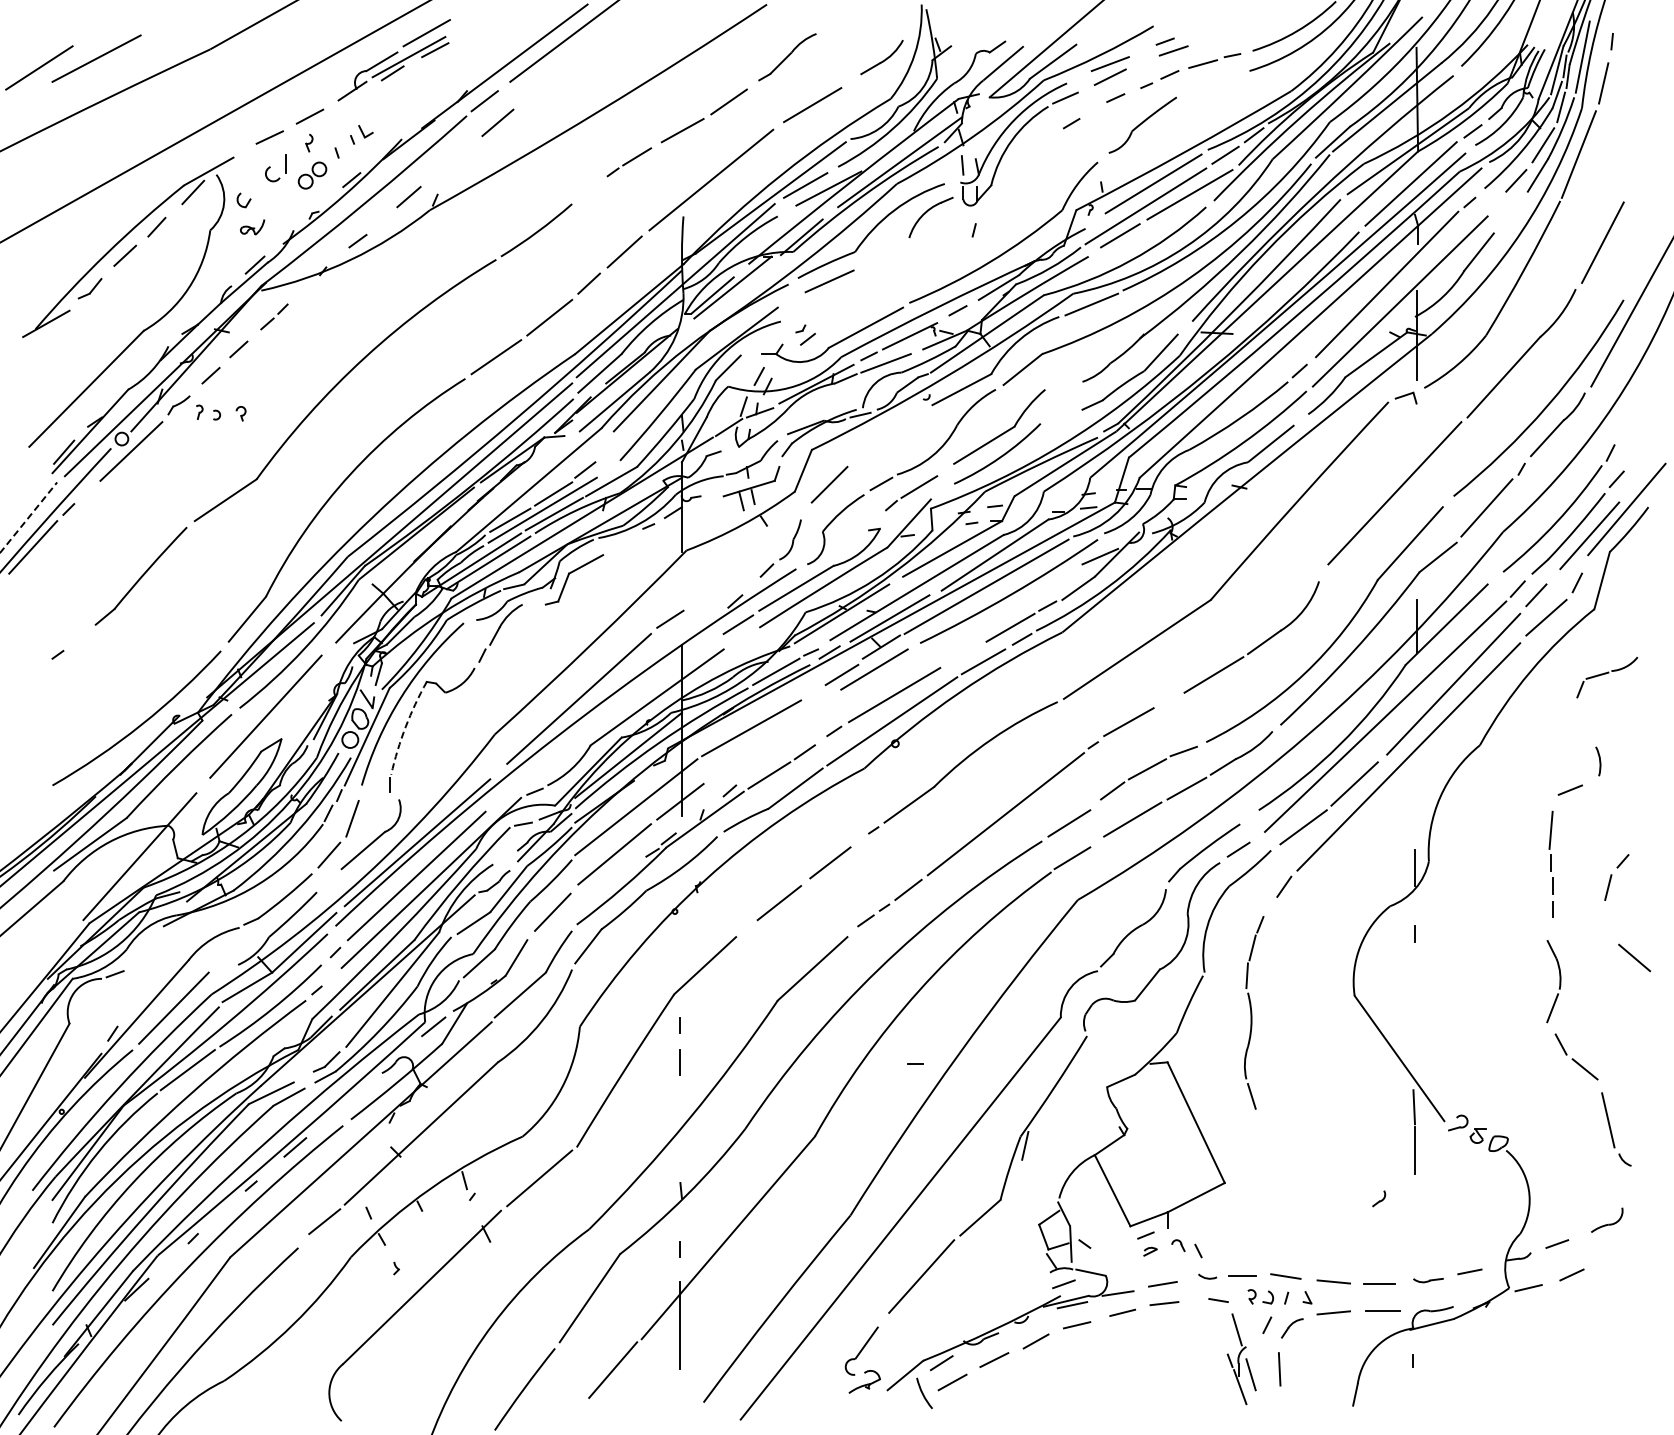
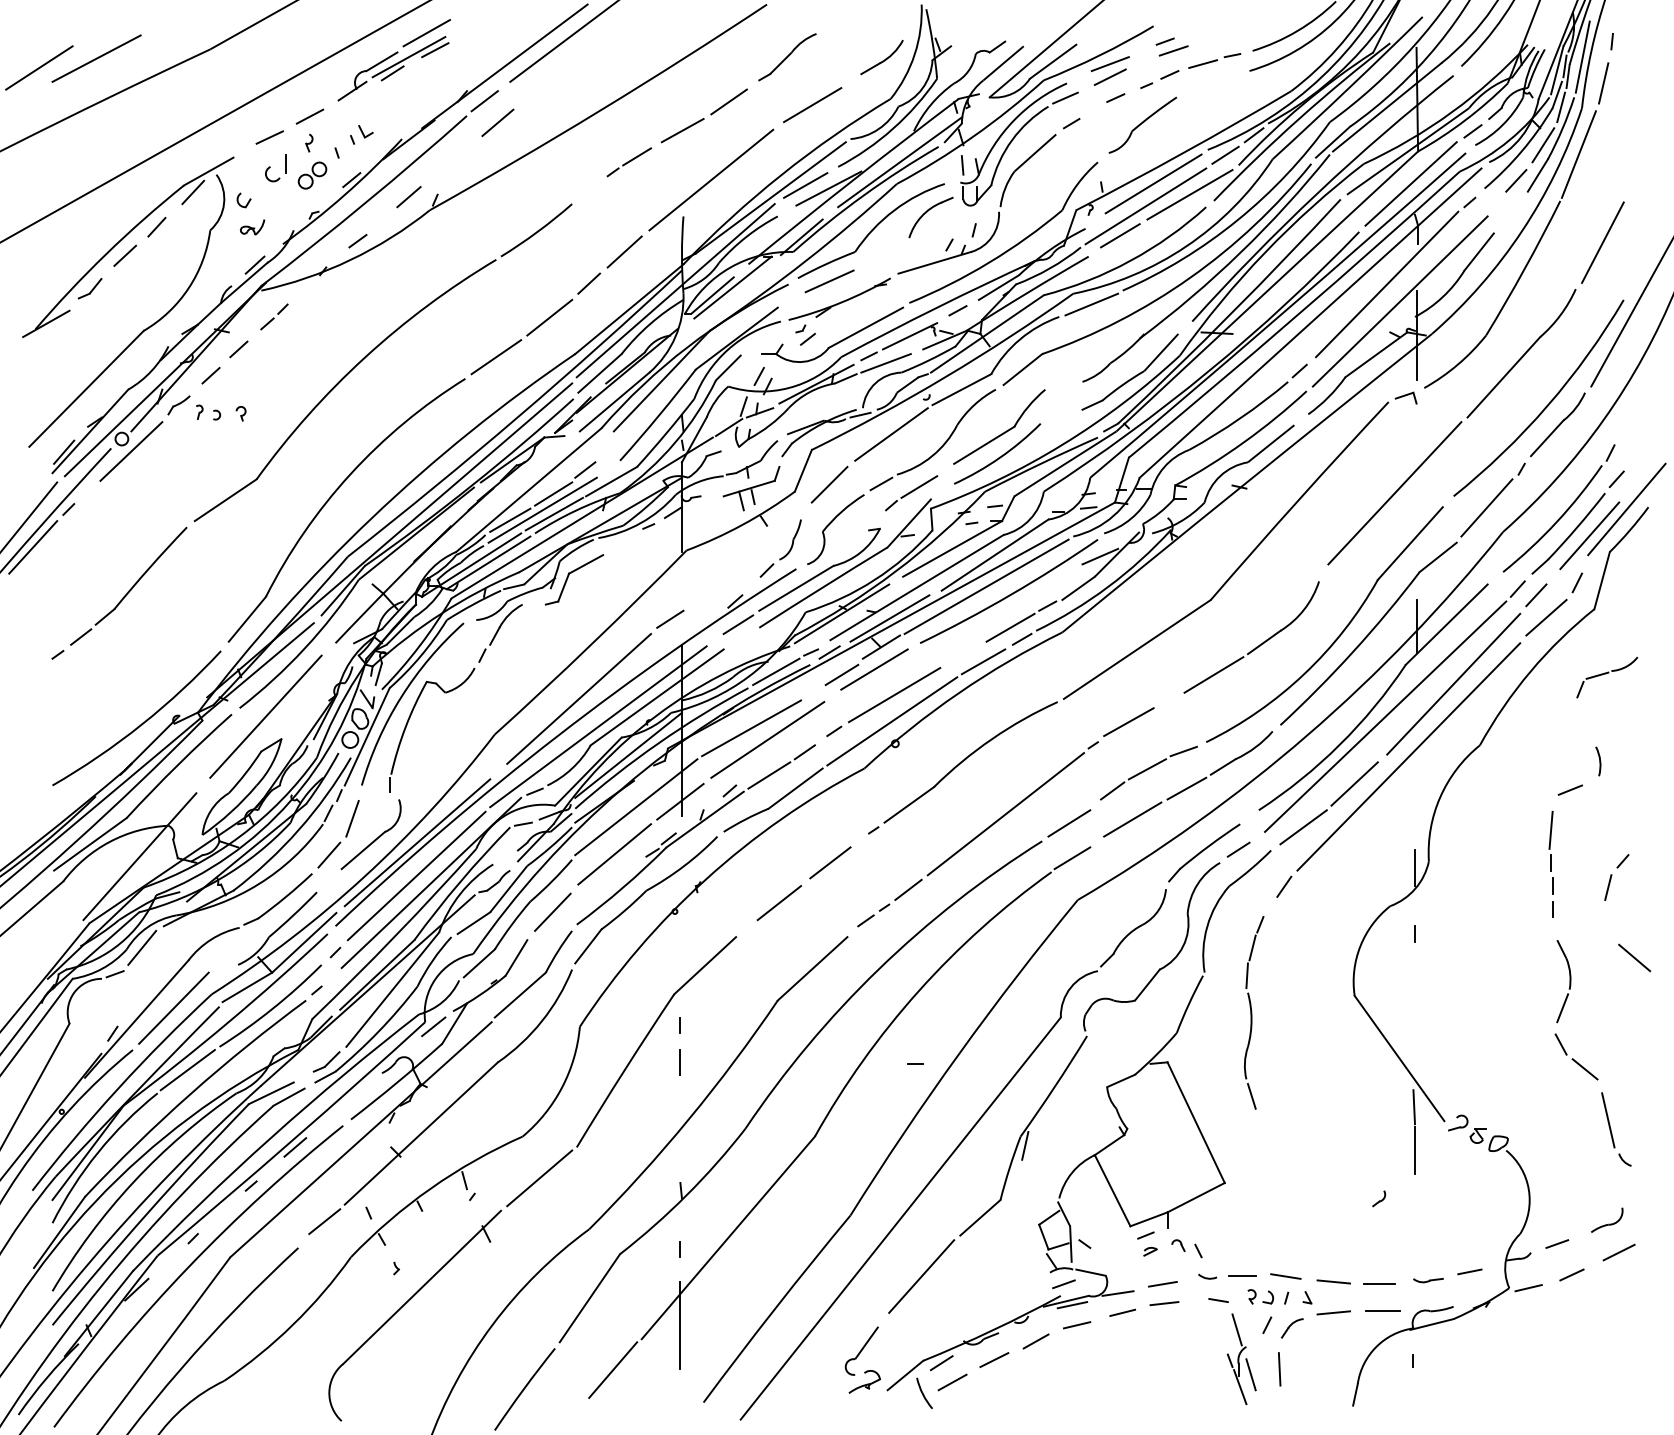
part at (949, 242): none -> present
line at (891, 434): none -> present
line at (28, 517): dashed -> solid
line at (81, 636): none -> present
line at (598, 726): none -> present
arc at (405, 727): dashed -> solid
line at (767, 739): none -> present
line at (142, 947): none -> present
part at (1553, 981) position: (1553, 981) -> (1563, 981)
line at (1618, 1252): none -> present
